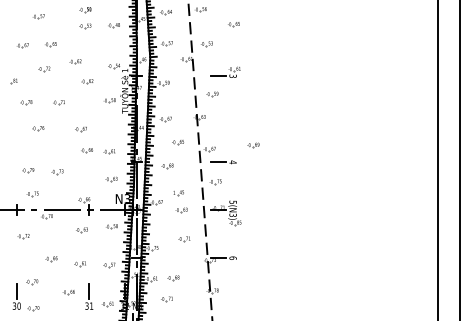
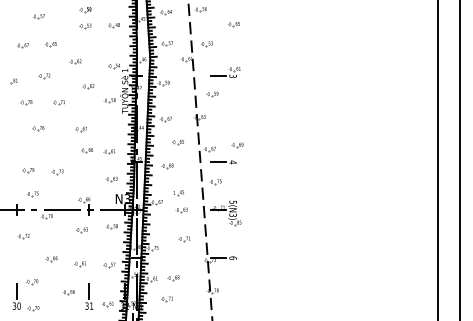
part at (44, 69) position: (44, 69) -> (44, 76)
part at (87, 81) position: (87, 81) -> (88, 86)
part at (253, 145) position: (253, 145) -> (237, 145)
